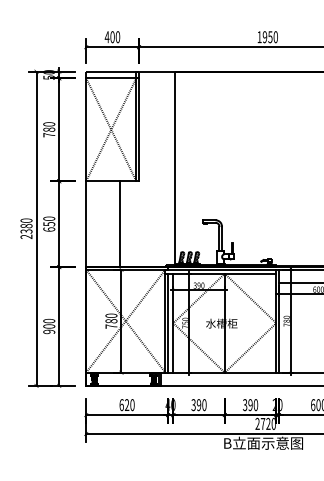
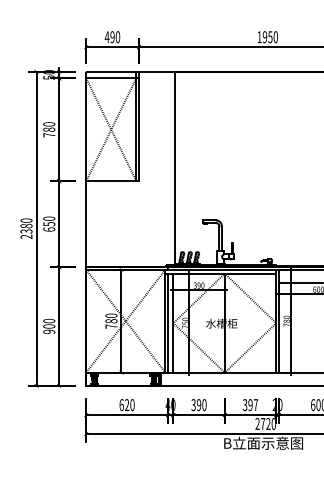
text at (112, 37): 400 -> 490
line at (119, 224): present -> none
text at (255, 405): 390 -> 397
